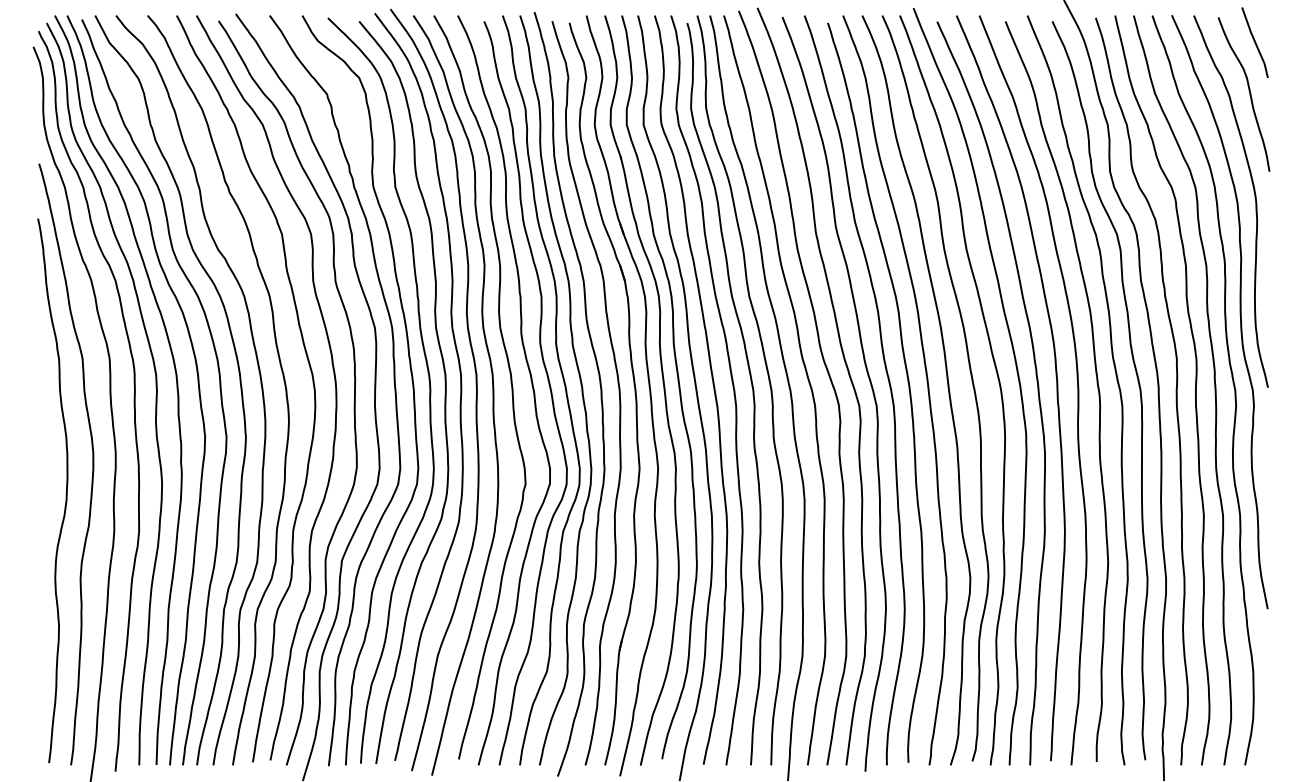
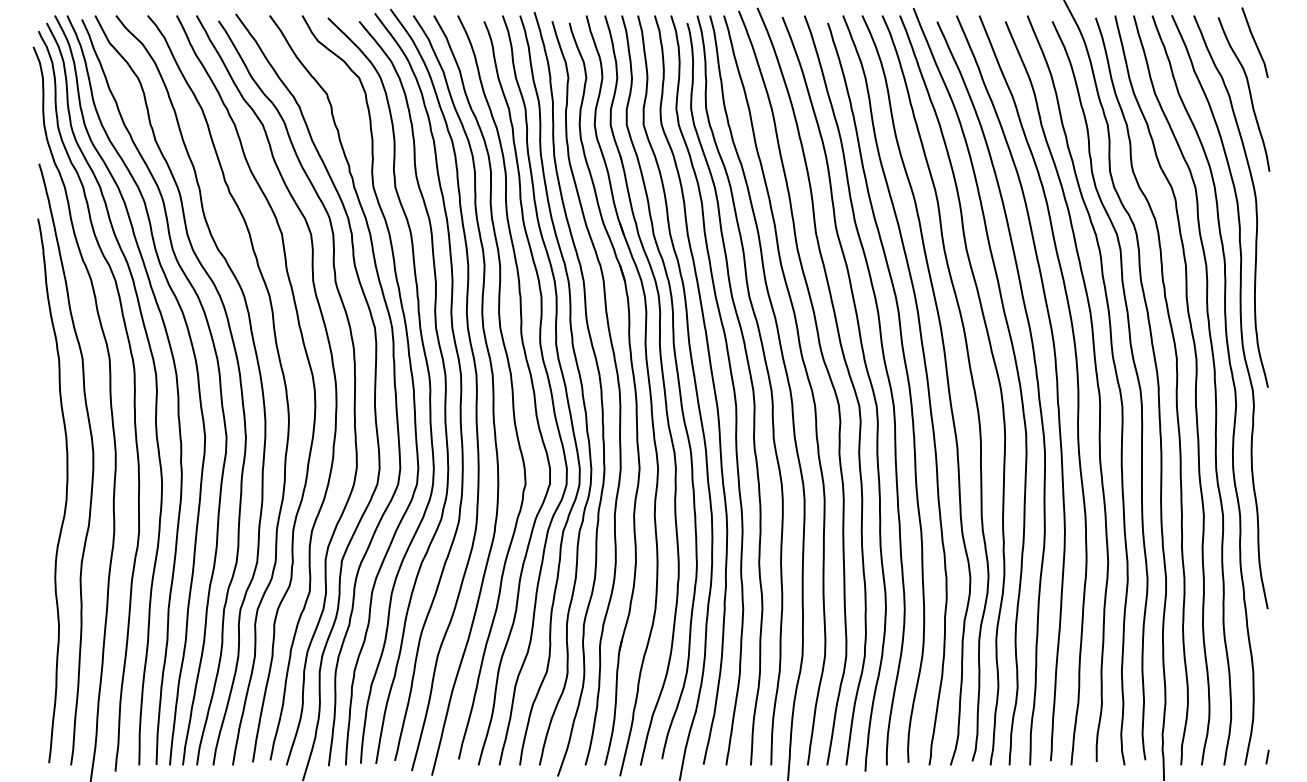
line at (1267, 756): none -> present
